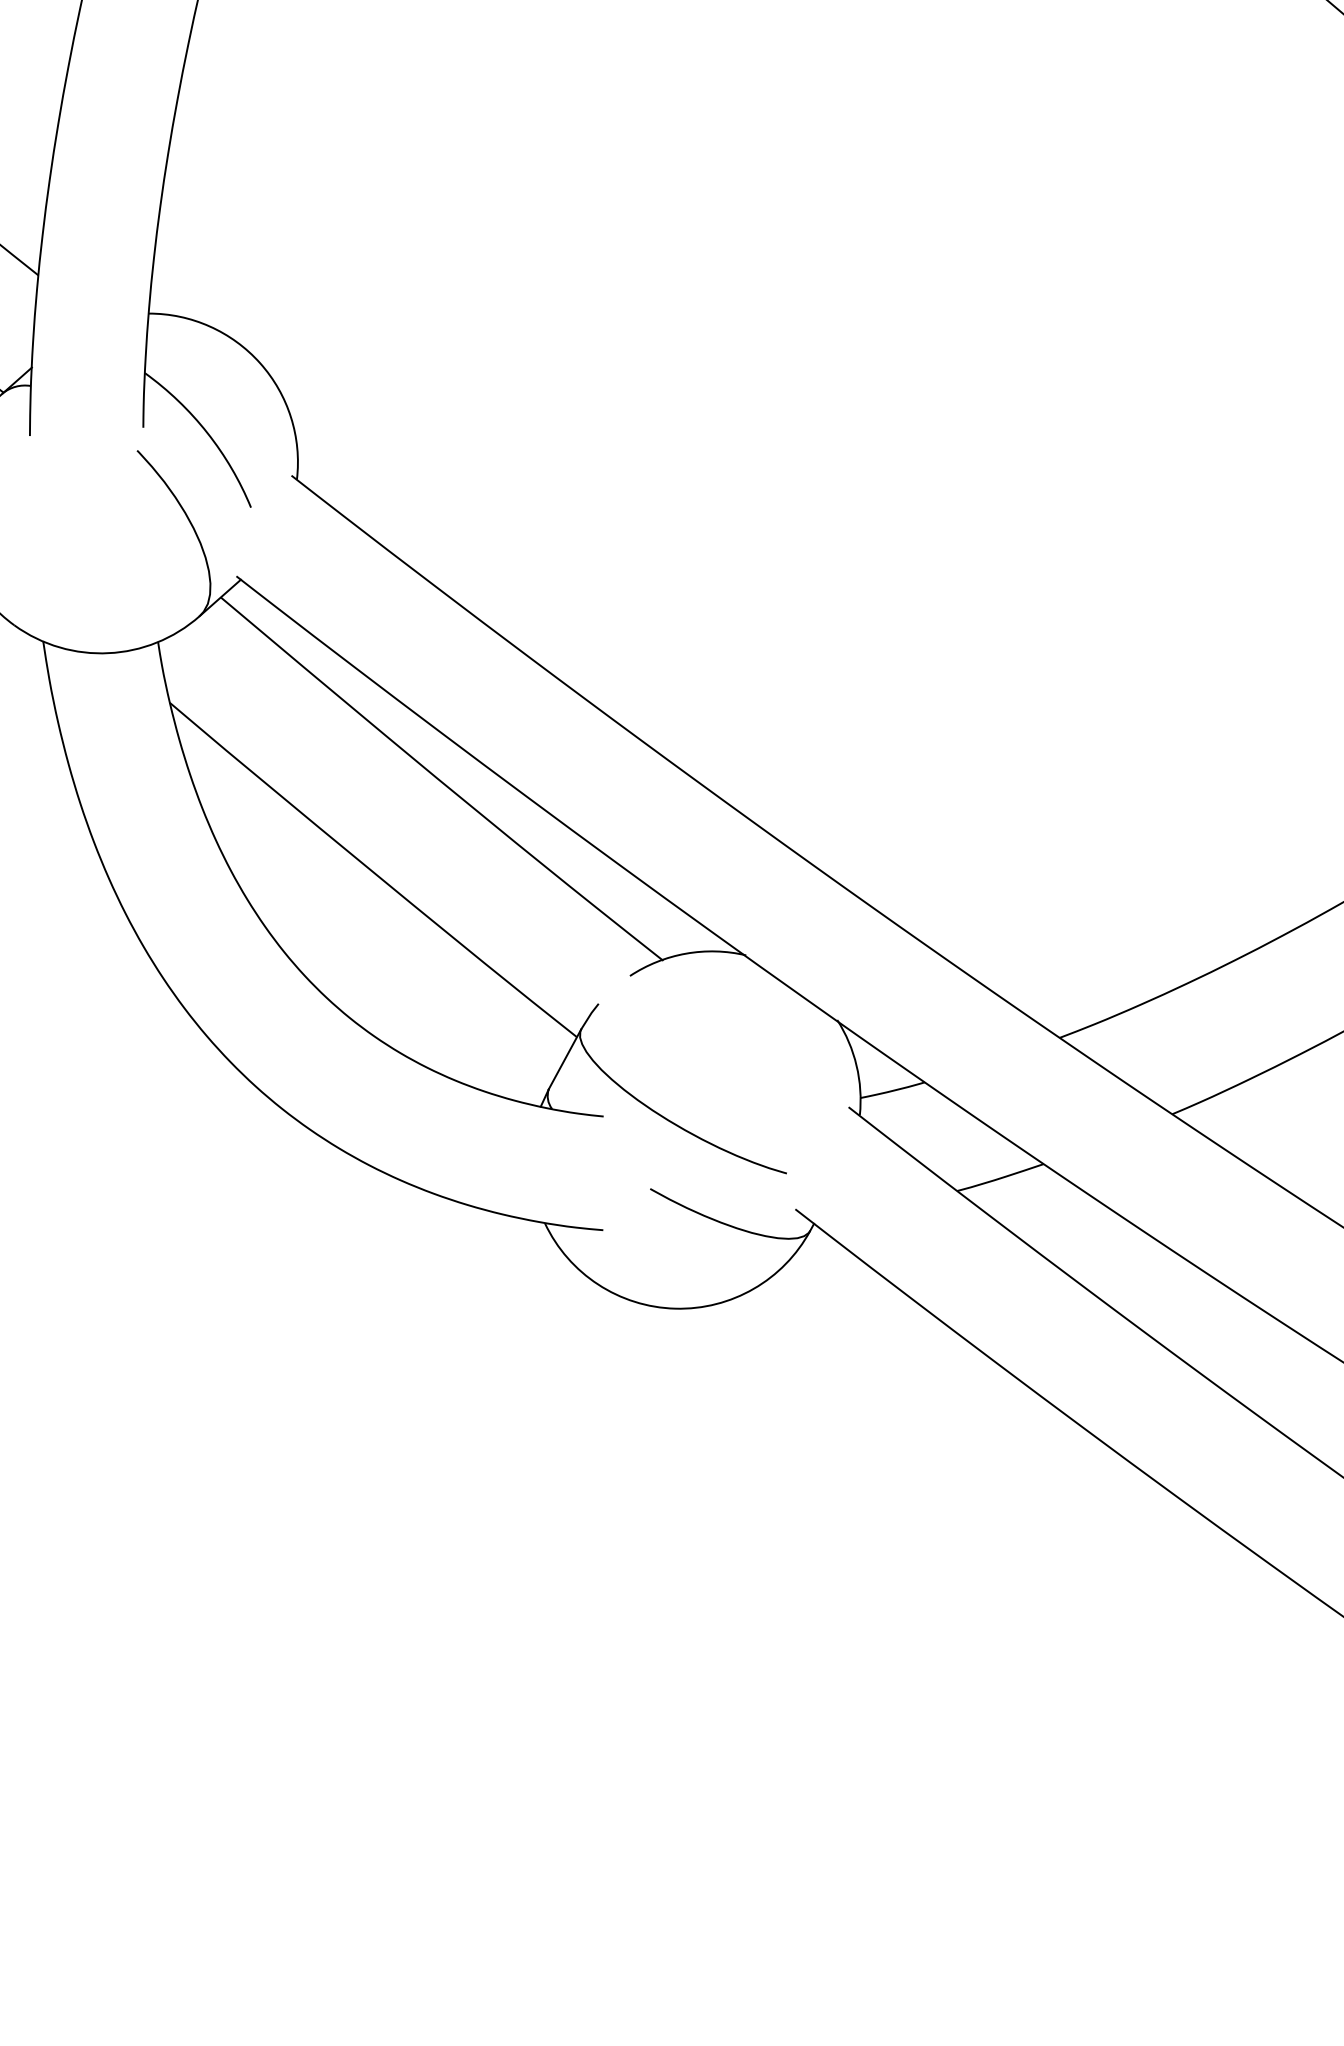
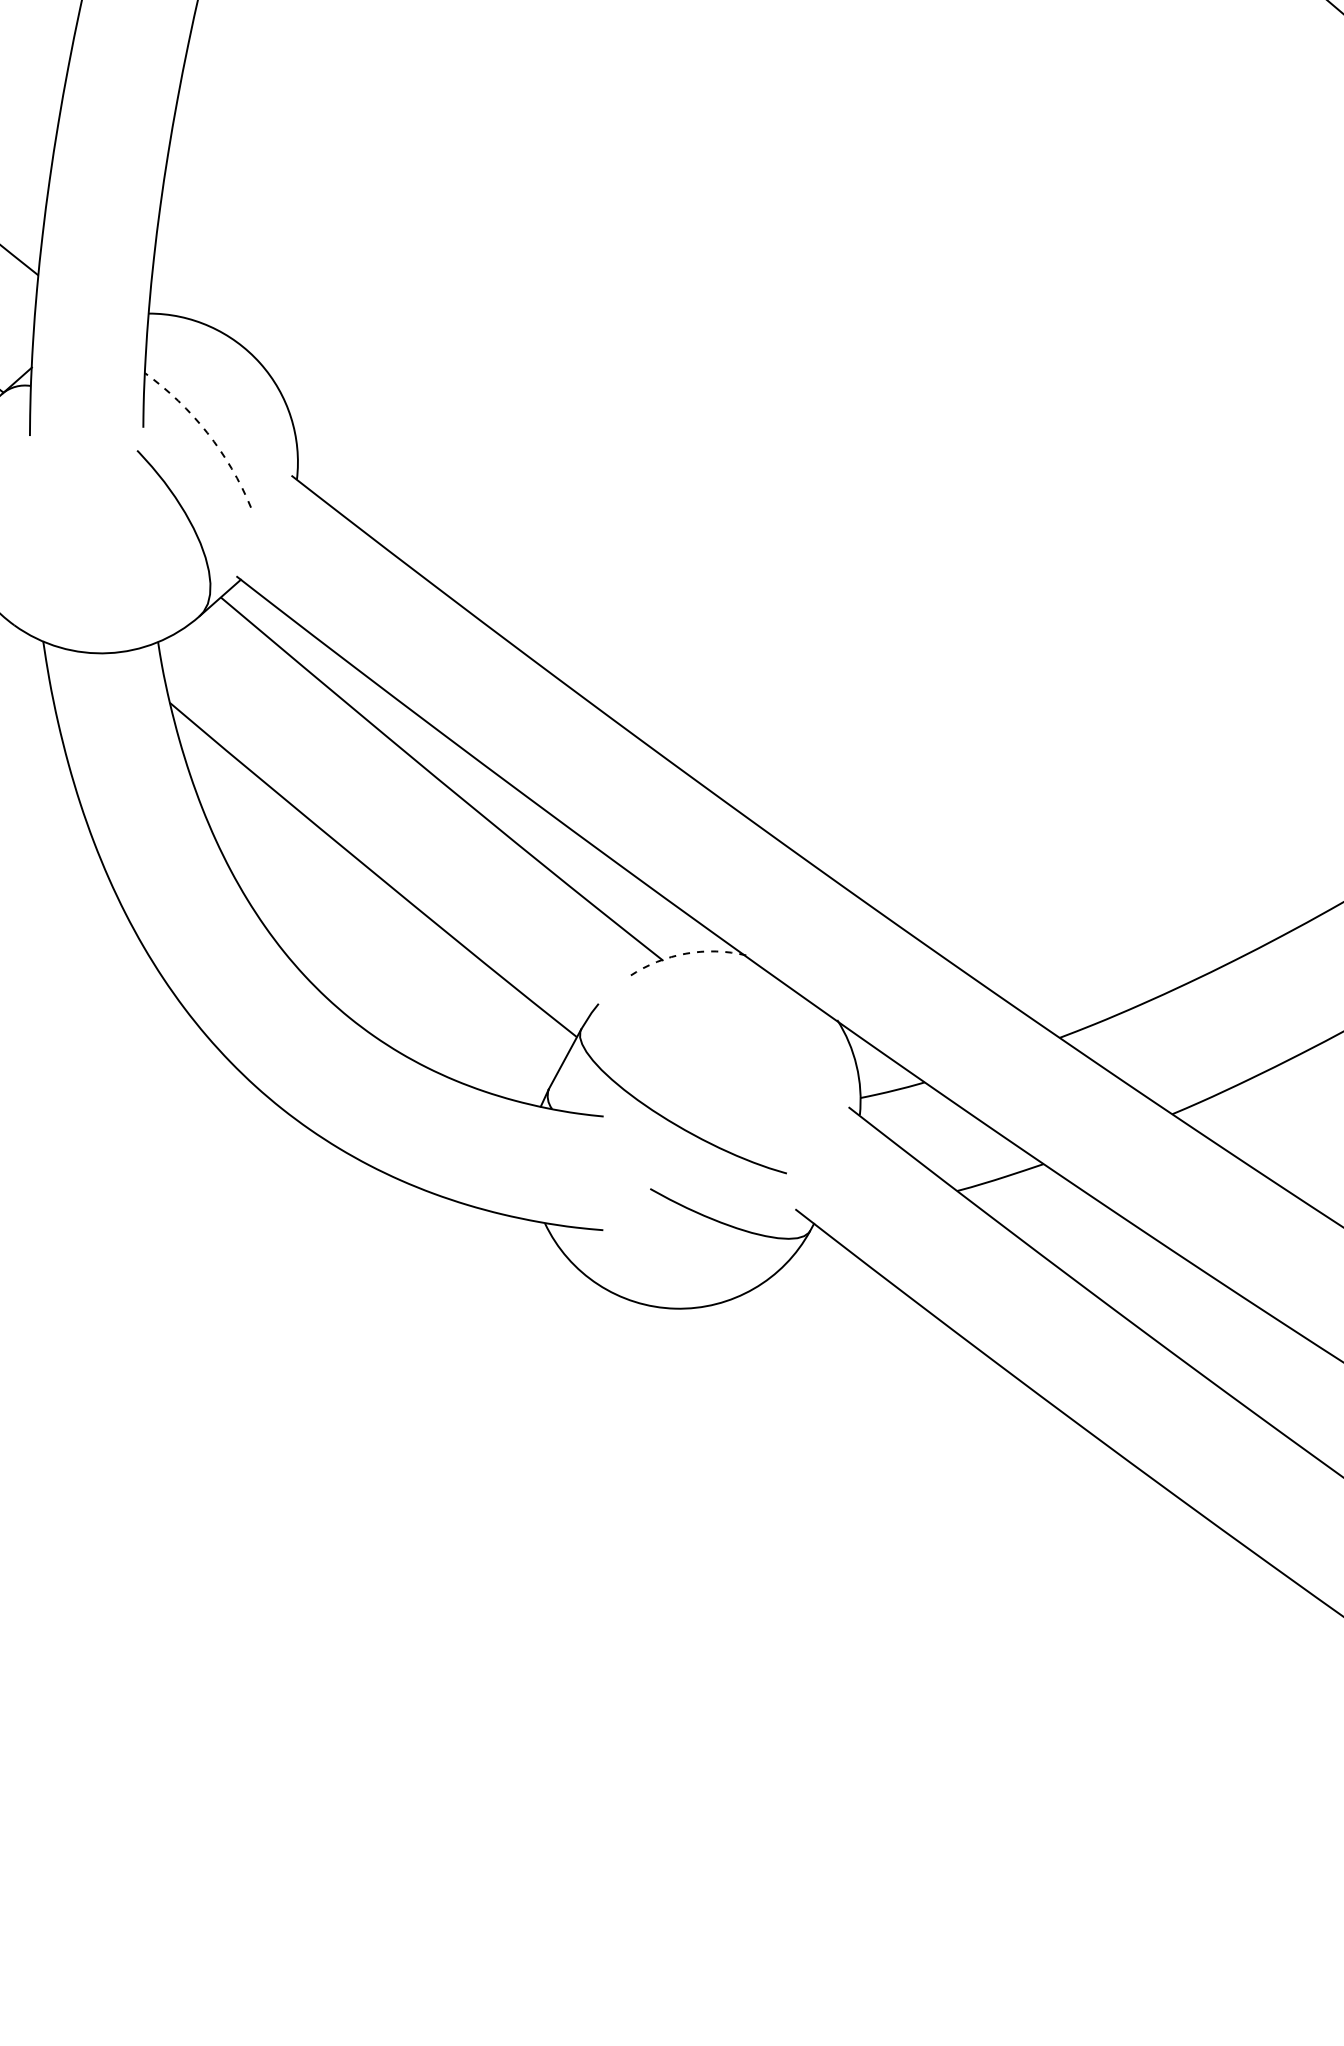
arc at (207, 432): solid -> dashed
arc at (685, 953): solid -> dashed
